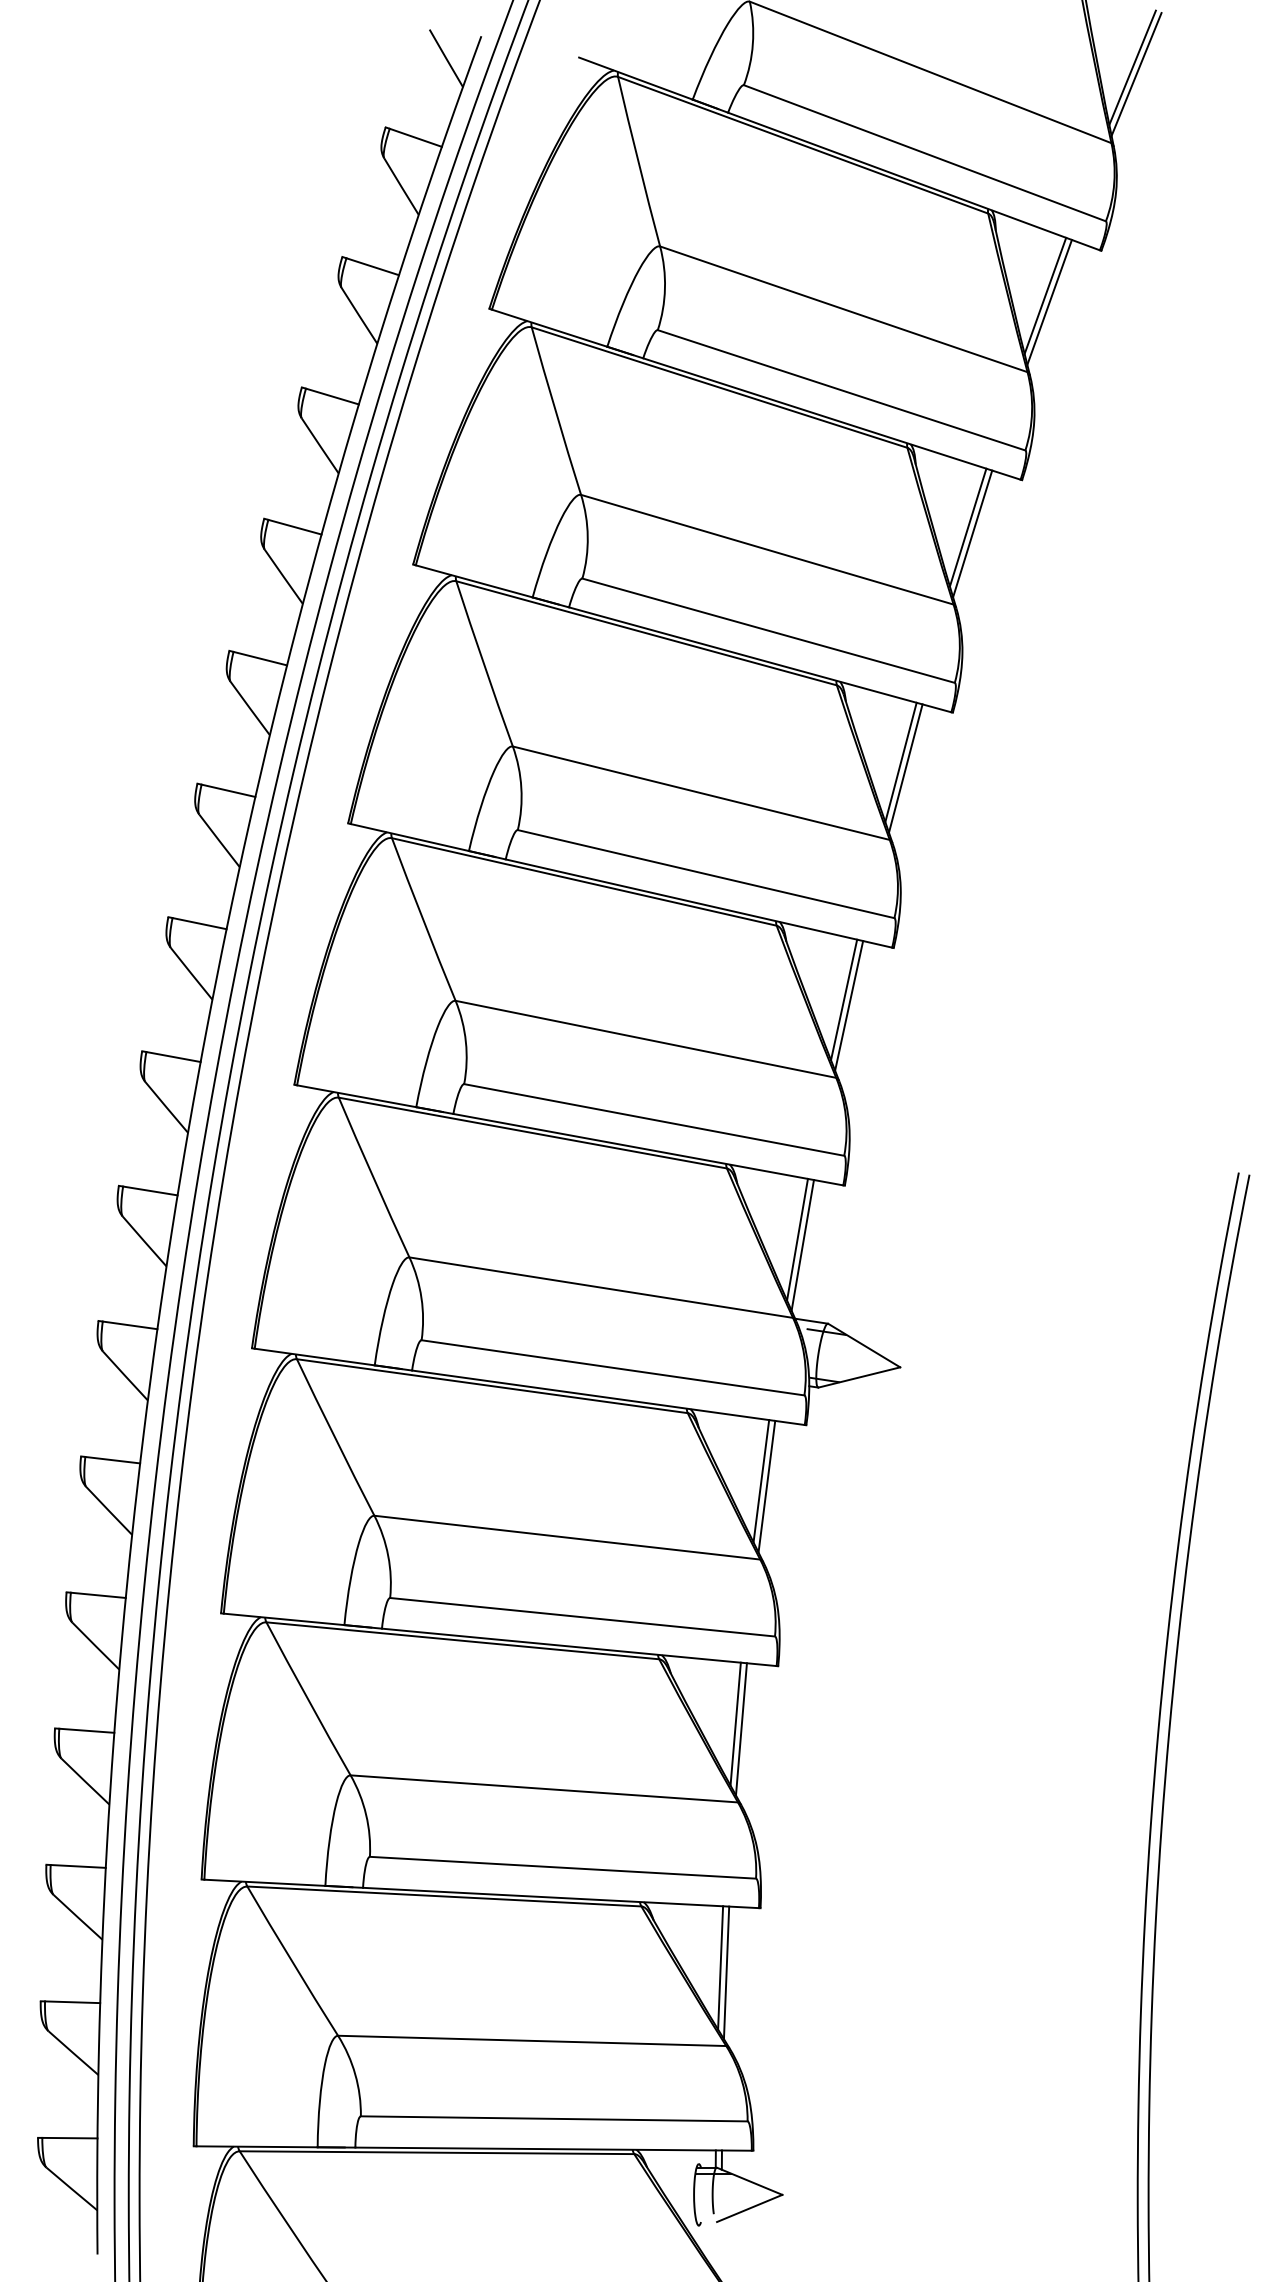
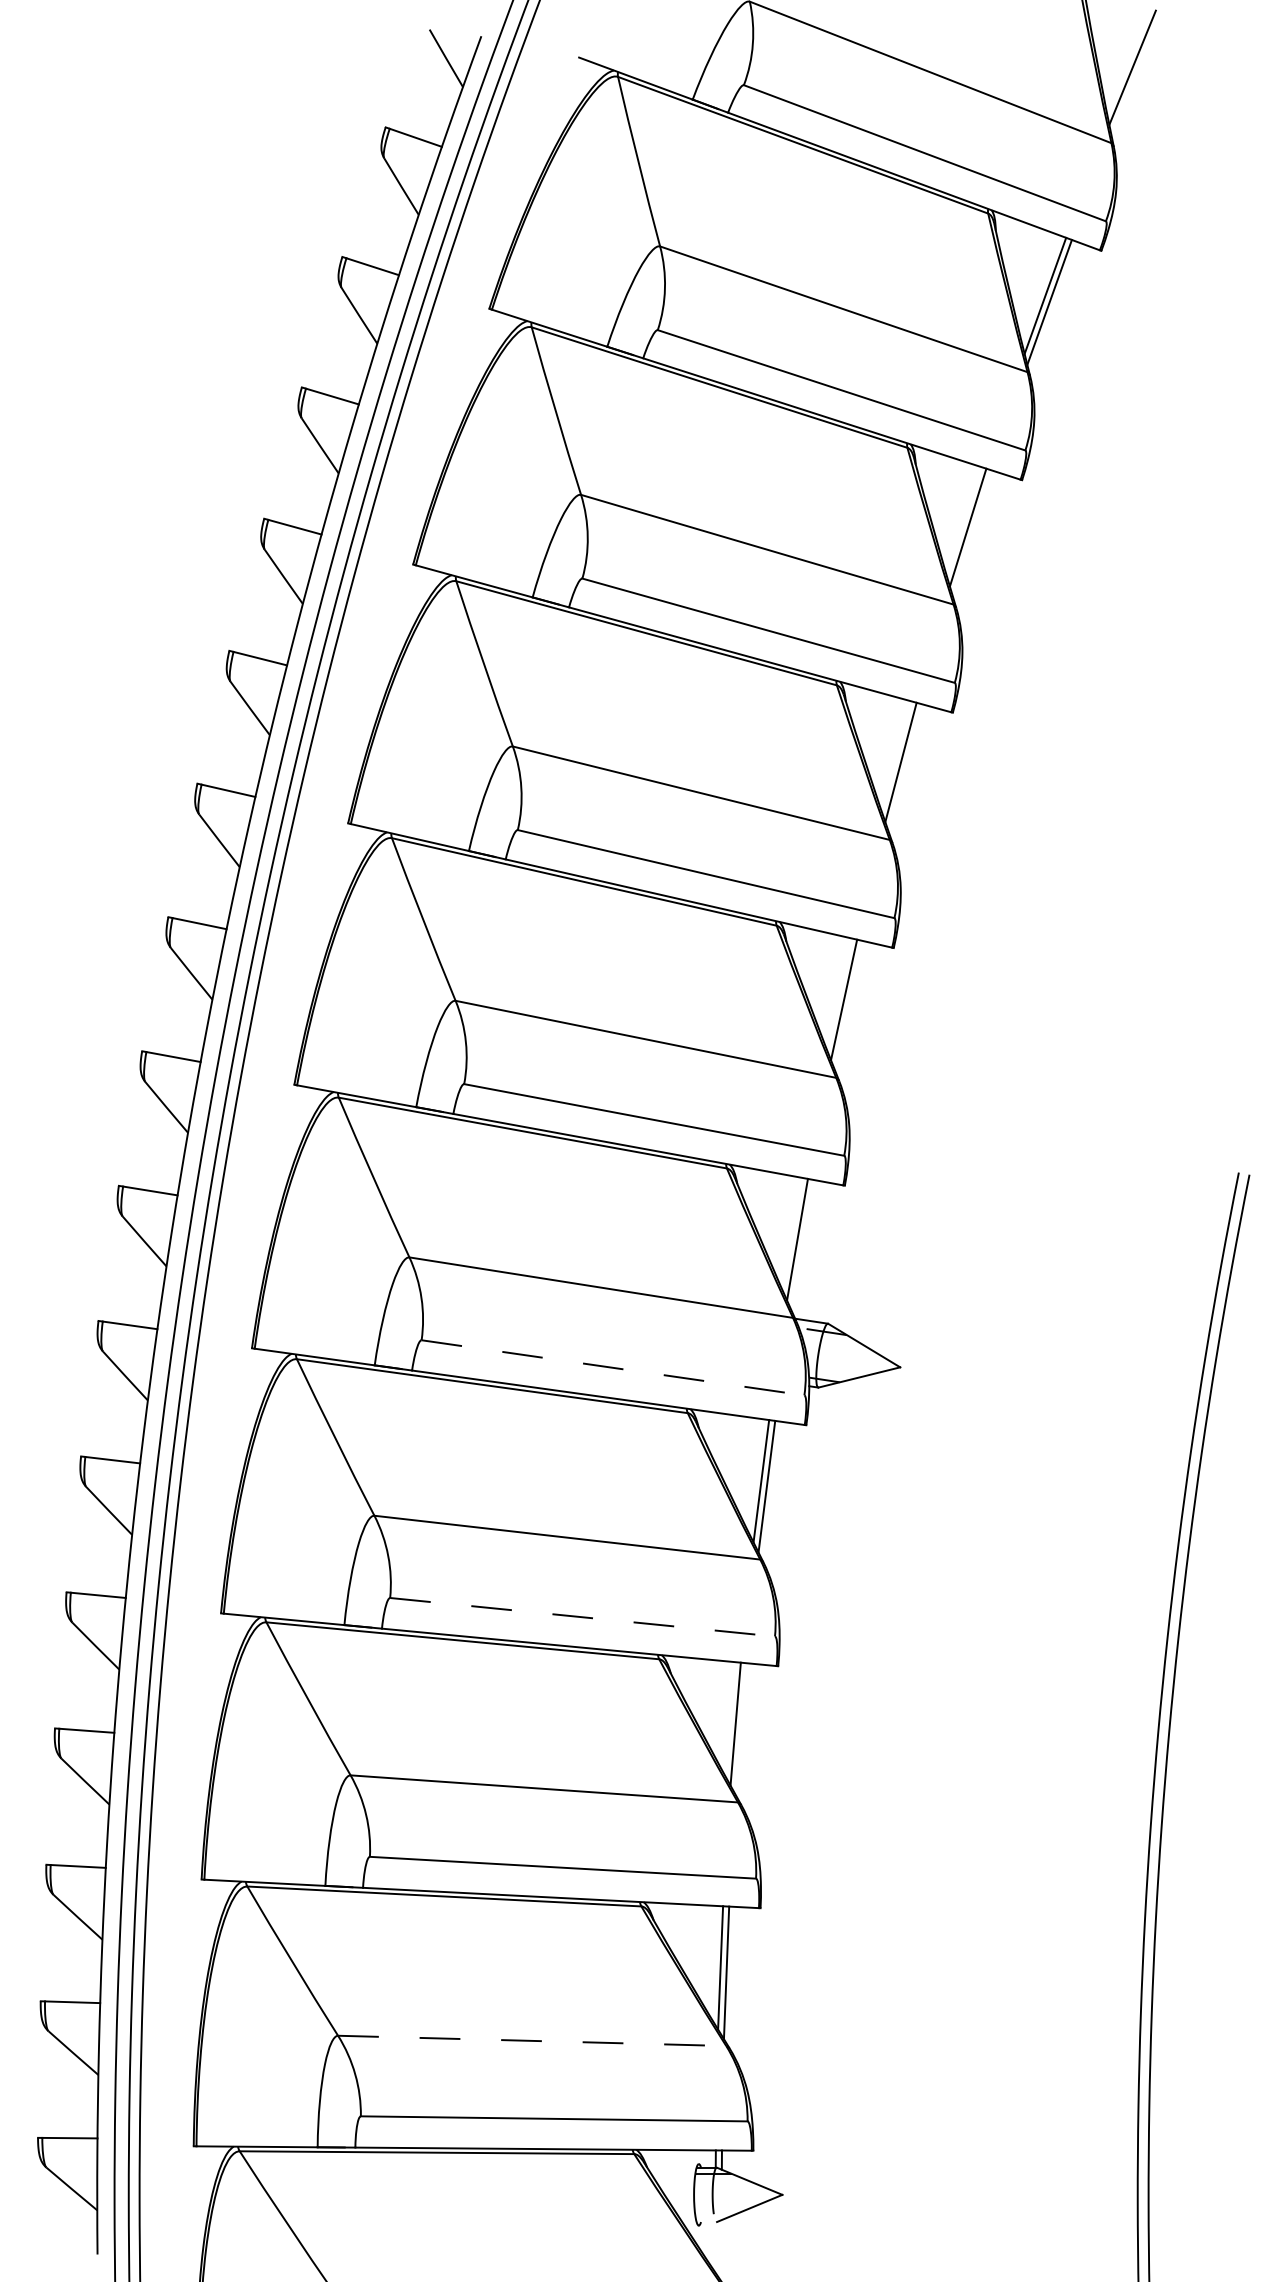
line at (1136, 74): present -> none
line at (972, 533): present -> none
line at (905, 768): present -> none
line at (849, 1005): present -> none
line at (802, 1245): present -> none
line at (613, 1367): solid -> dashed
line at (583, 1617): solid -> dashed
line at (740, 1729): present -> none
line at (532, 2040): solid -> dashed
